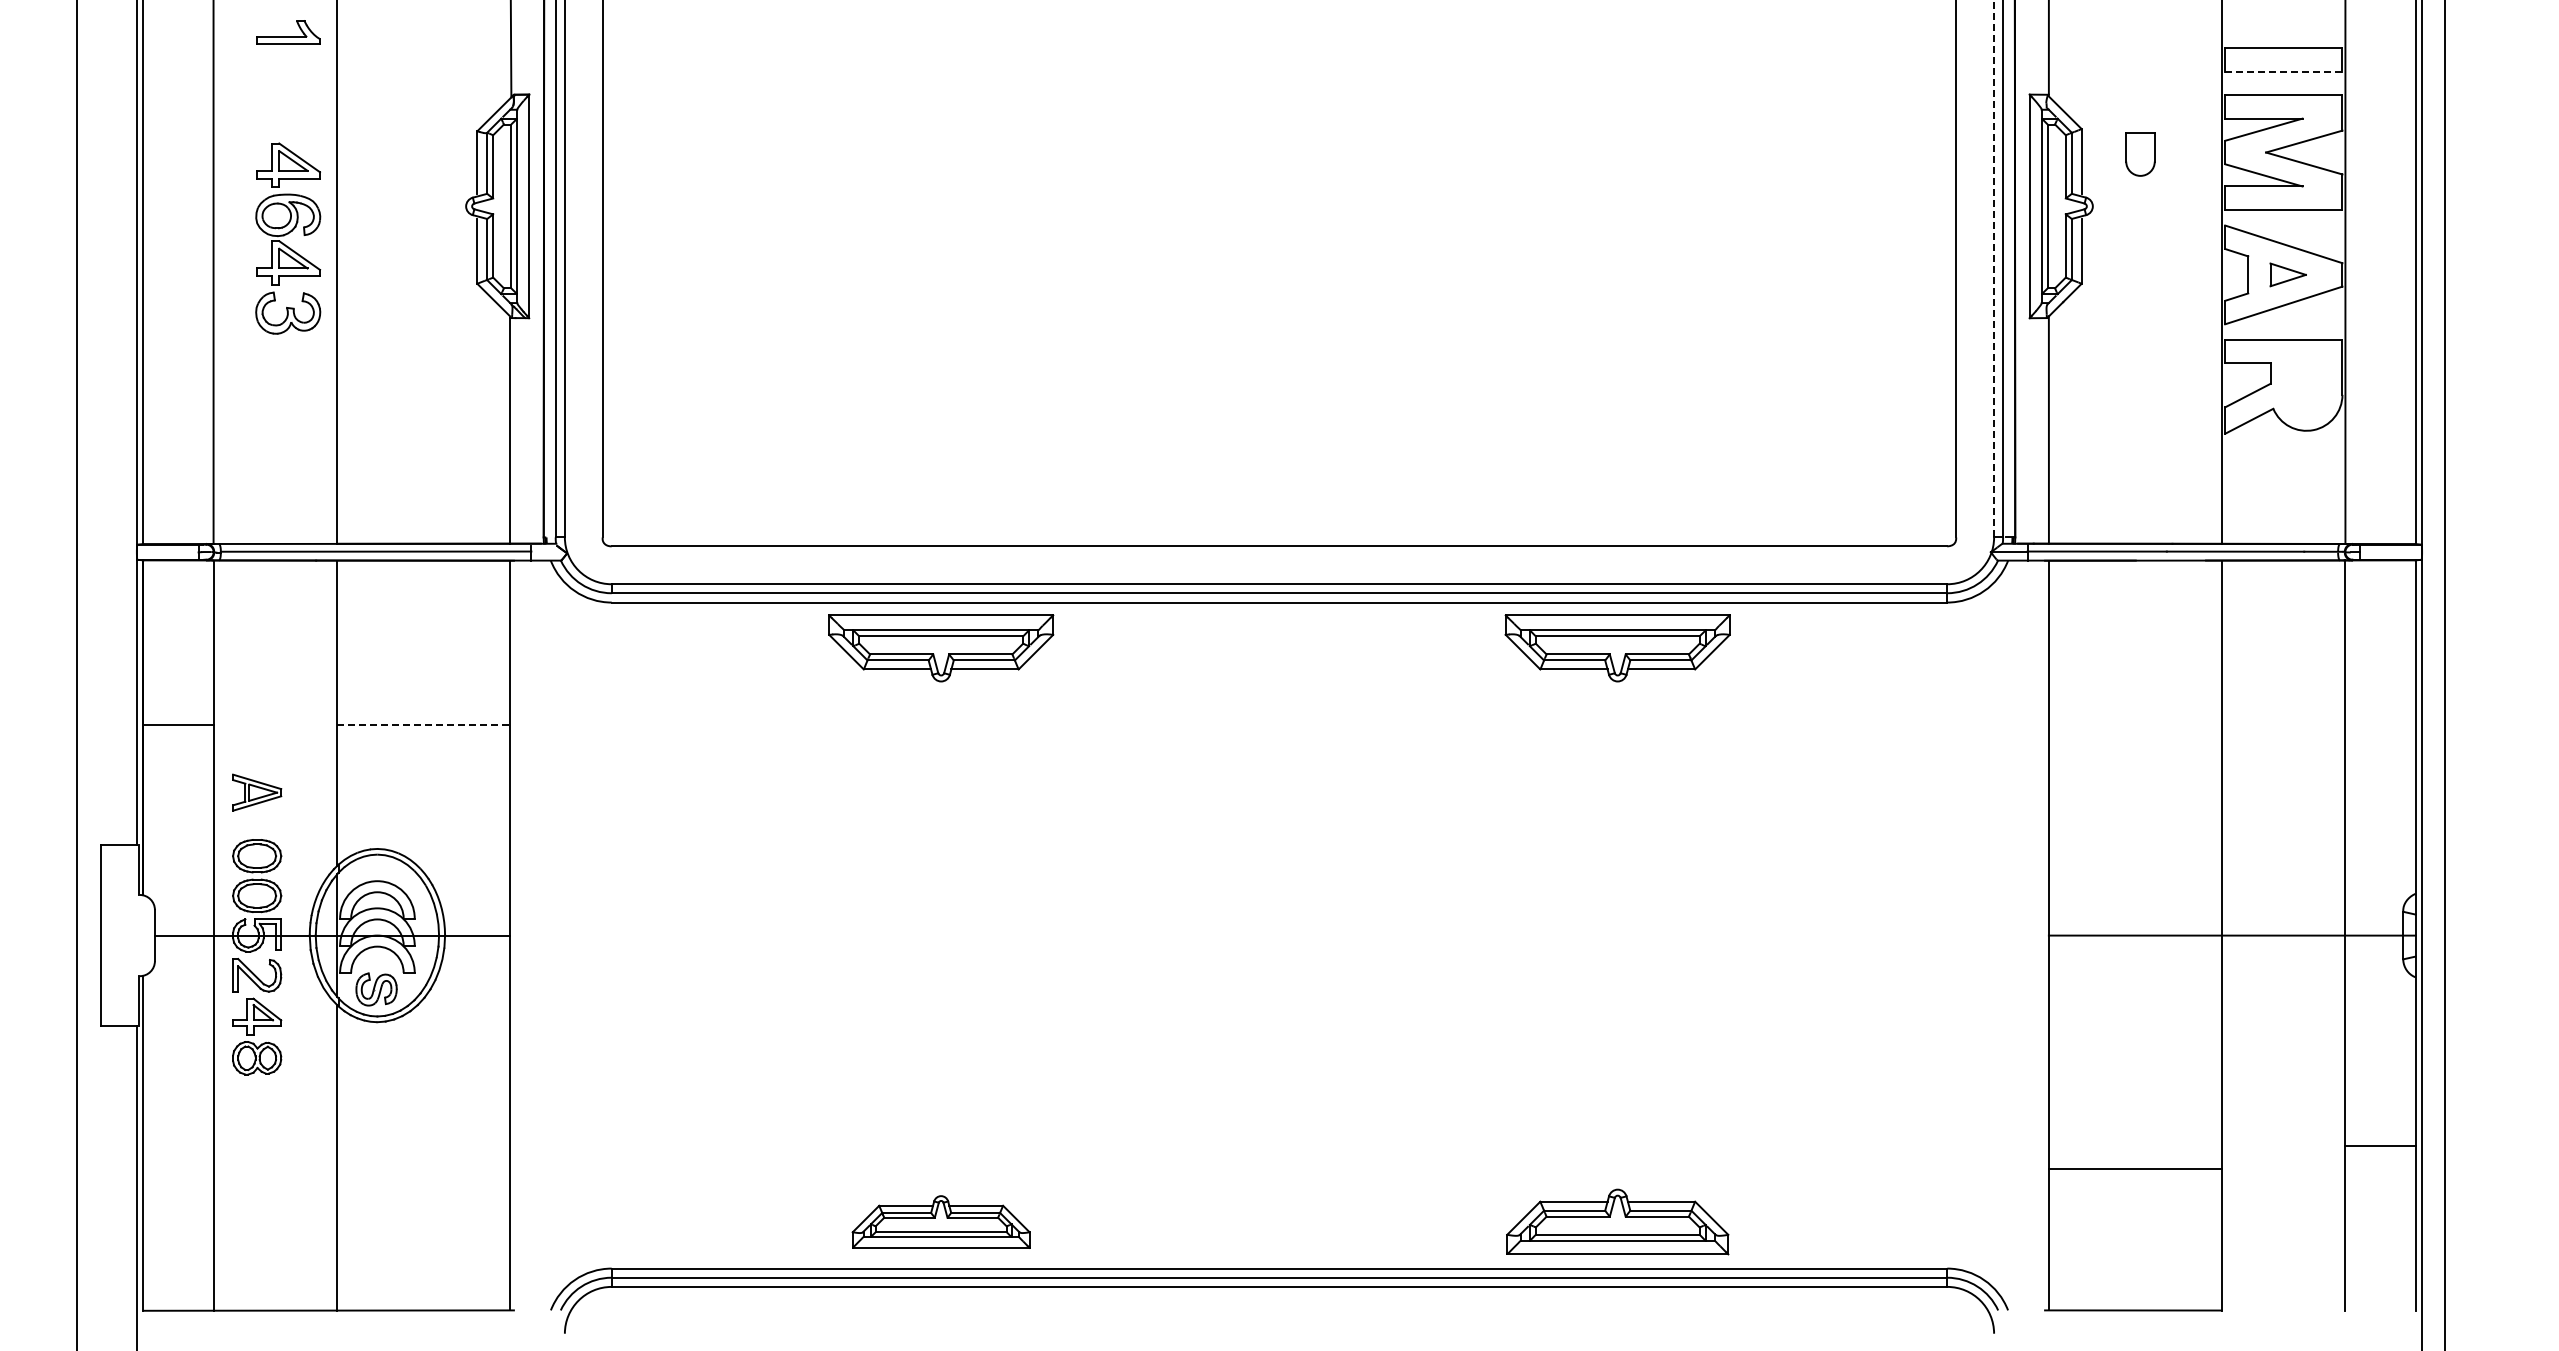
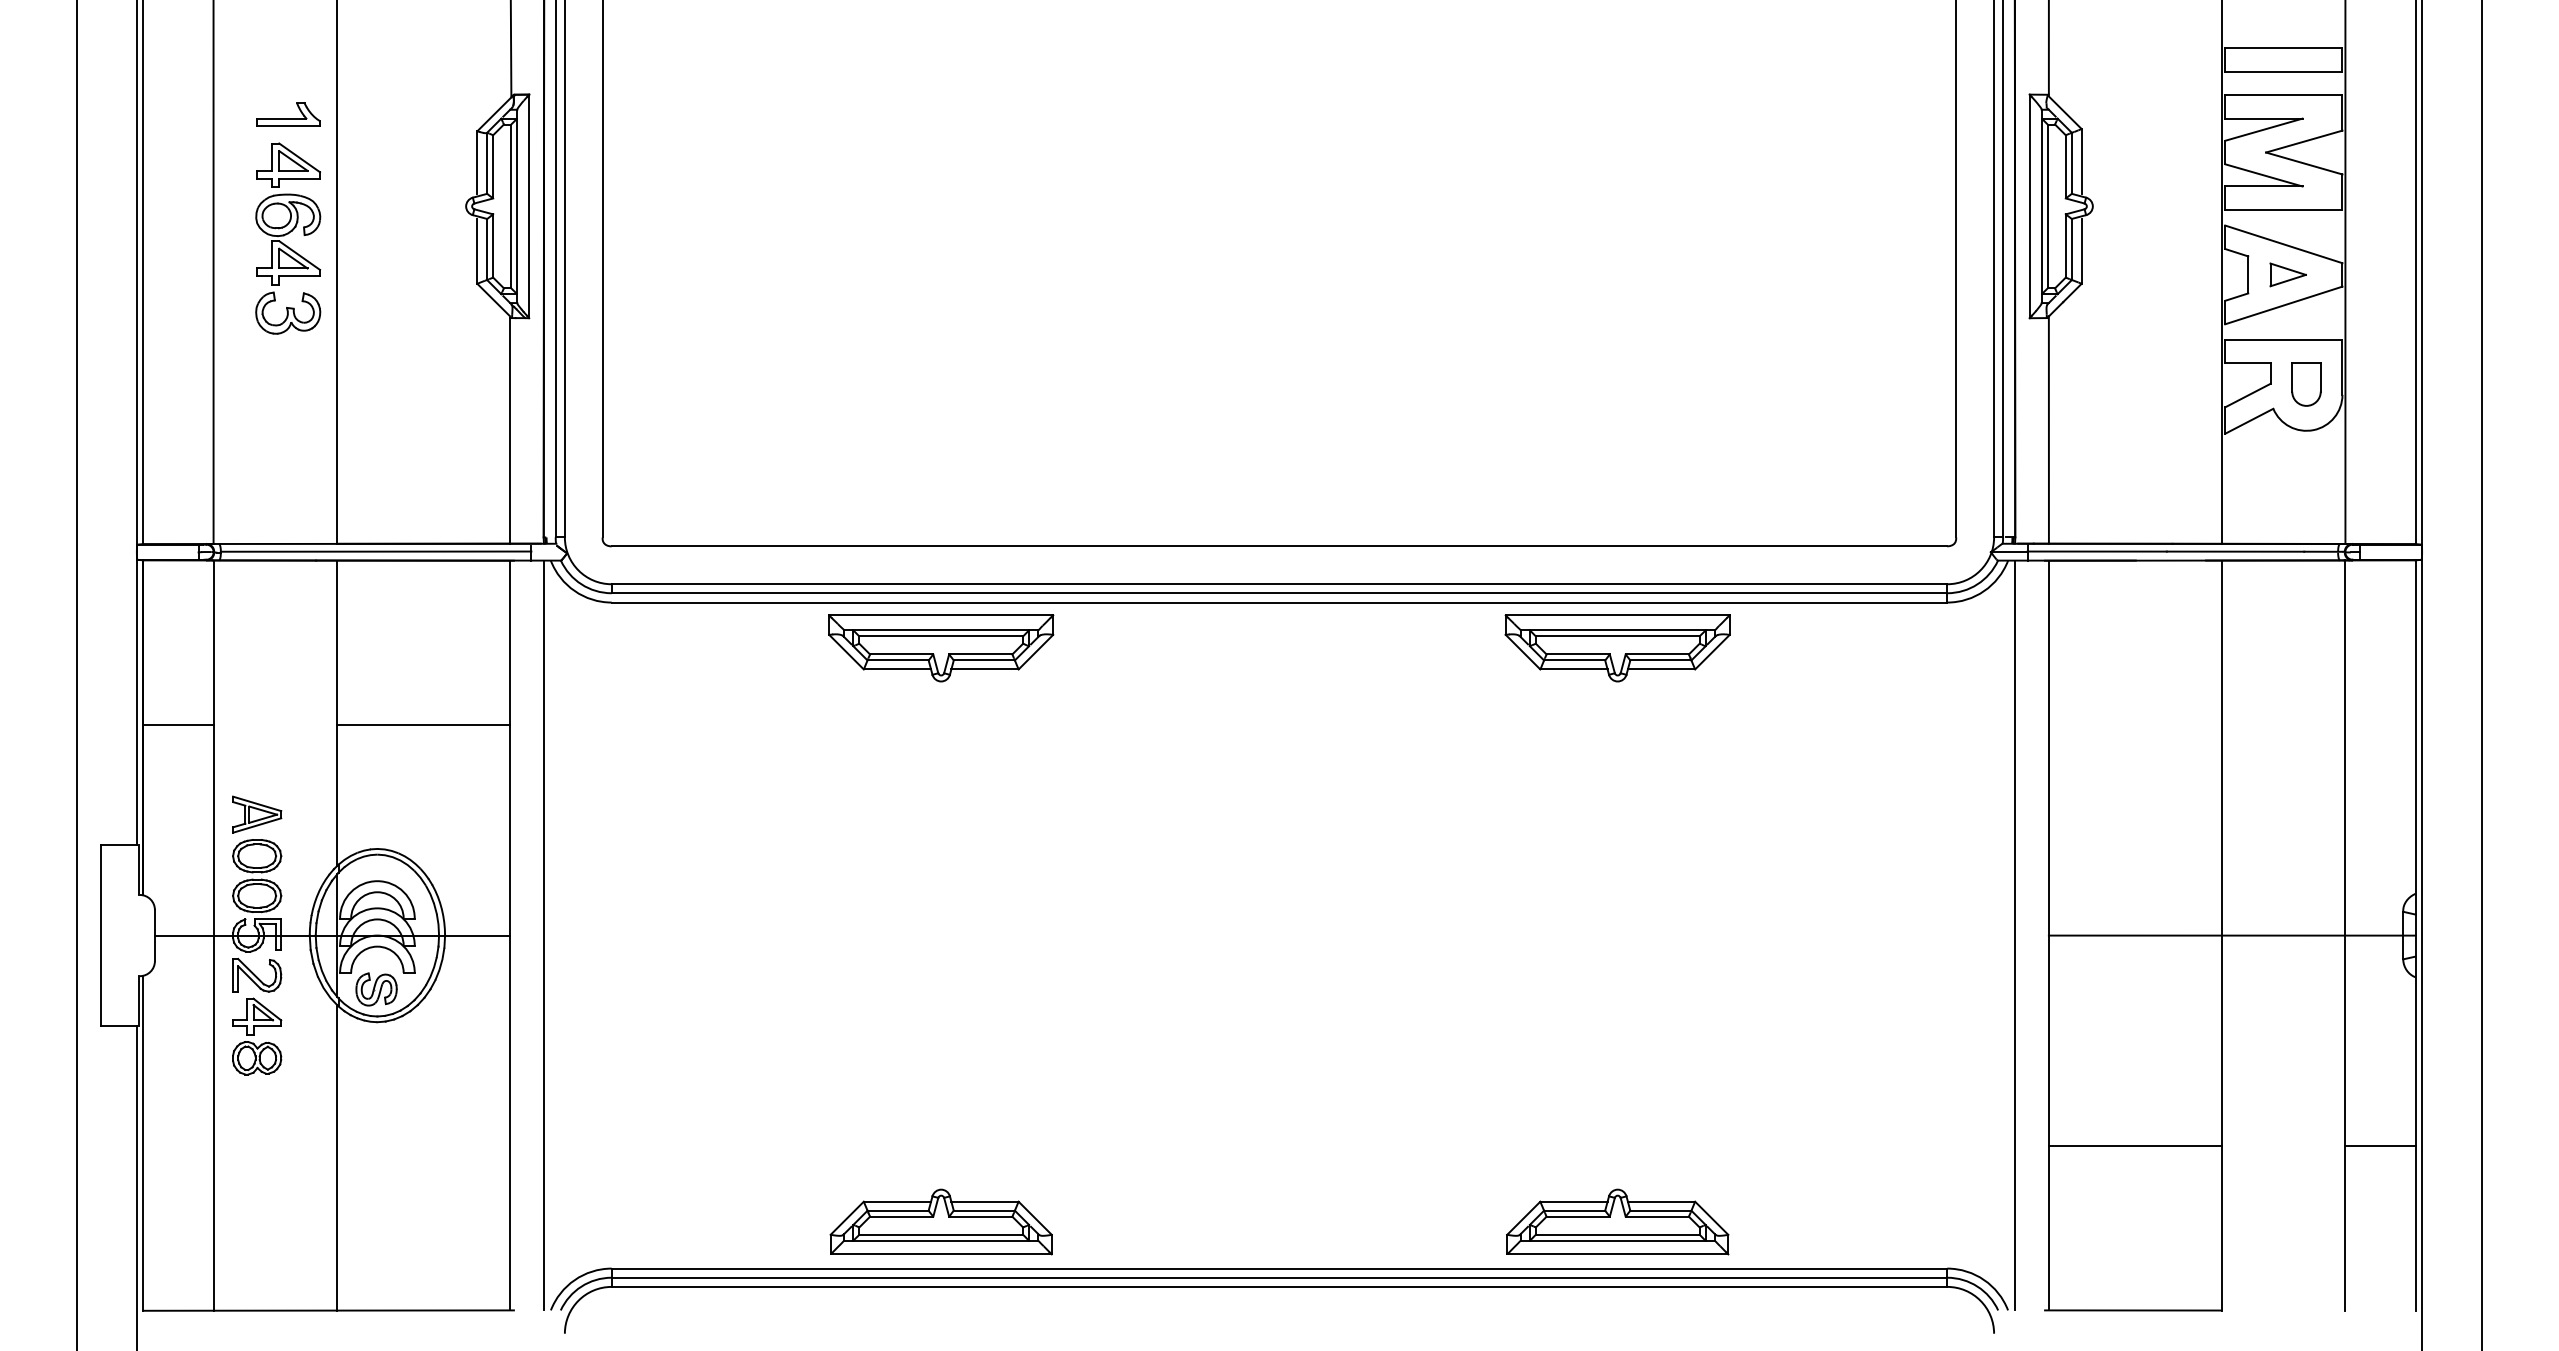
part at (288, 32) position: (288, 32) -> (288, 114)
line at (2283, 71): dashed -> solid
part at (2140, 154) position: (2140, 154) -> (2306, 384)
line at (1994, 268): dashed -> solid
line at (2445, 674) position: (2445, 674) -> (2482, 674)
line at (424, 725): dashed -> solid
part at (257, 792) position: (257, 792) -> (257, 814)
line at (544, 935): none -> present
line at (2014, 935): none -> present
line at (2134, 1169) position: (2134, 1169) -> (2134, 1146)
part at (940, 1221) size: 180x54 px -> 224x68 px
